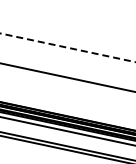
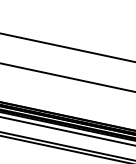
line at (67, 47): dashed -> solid
